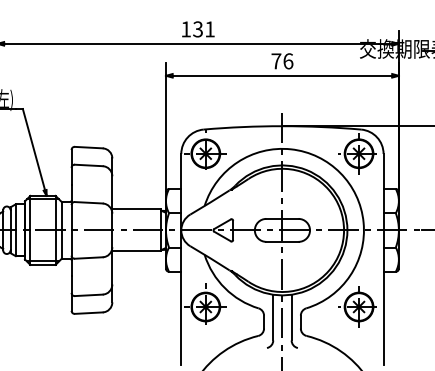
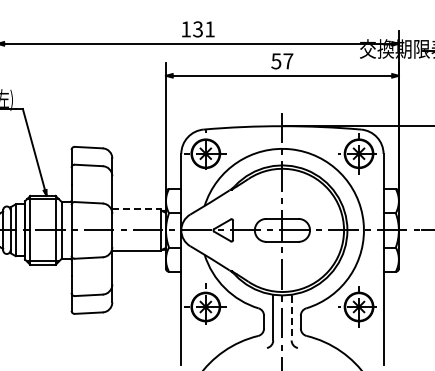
text at (282, 61): 76 -> 57
line at (136, 209): solid -> dashed
line at (291, 318): solid -> dashed
